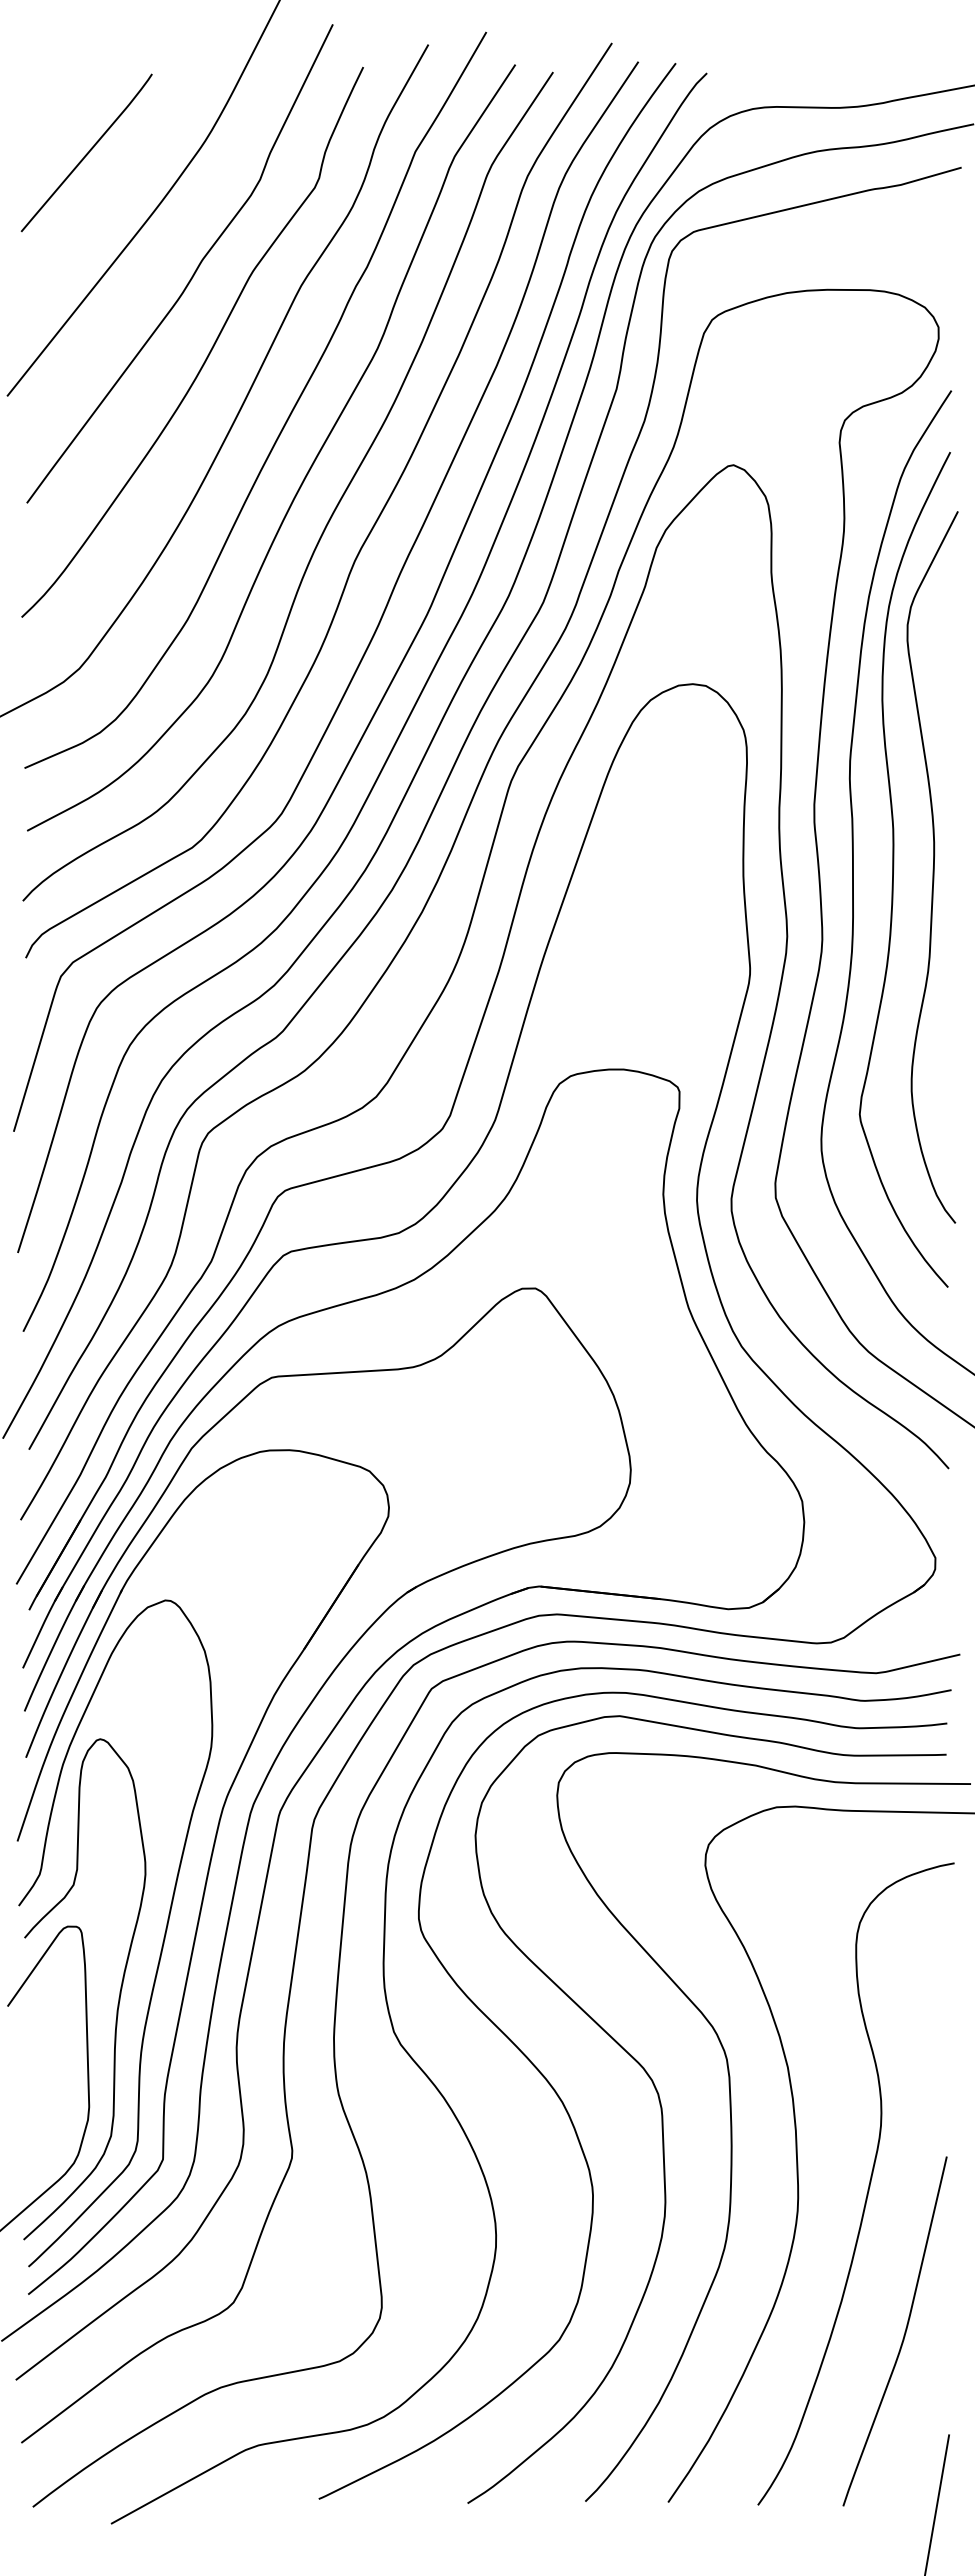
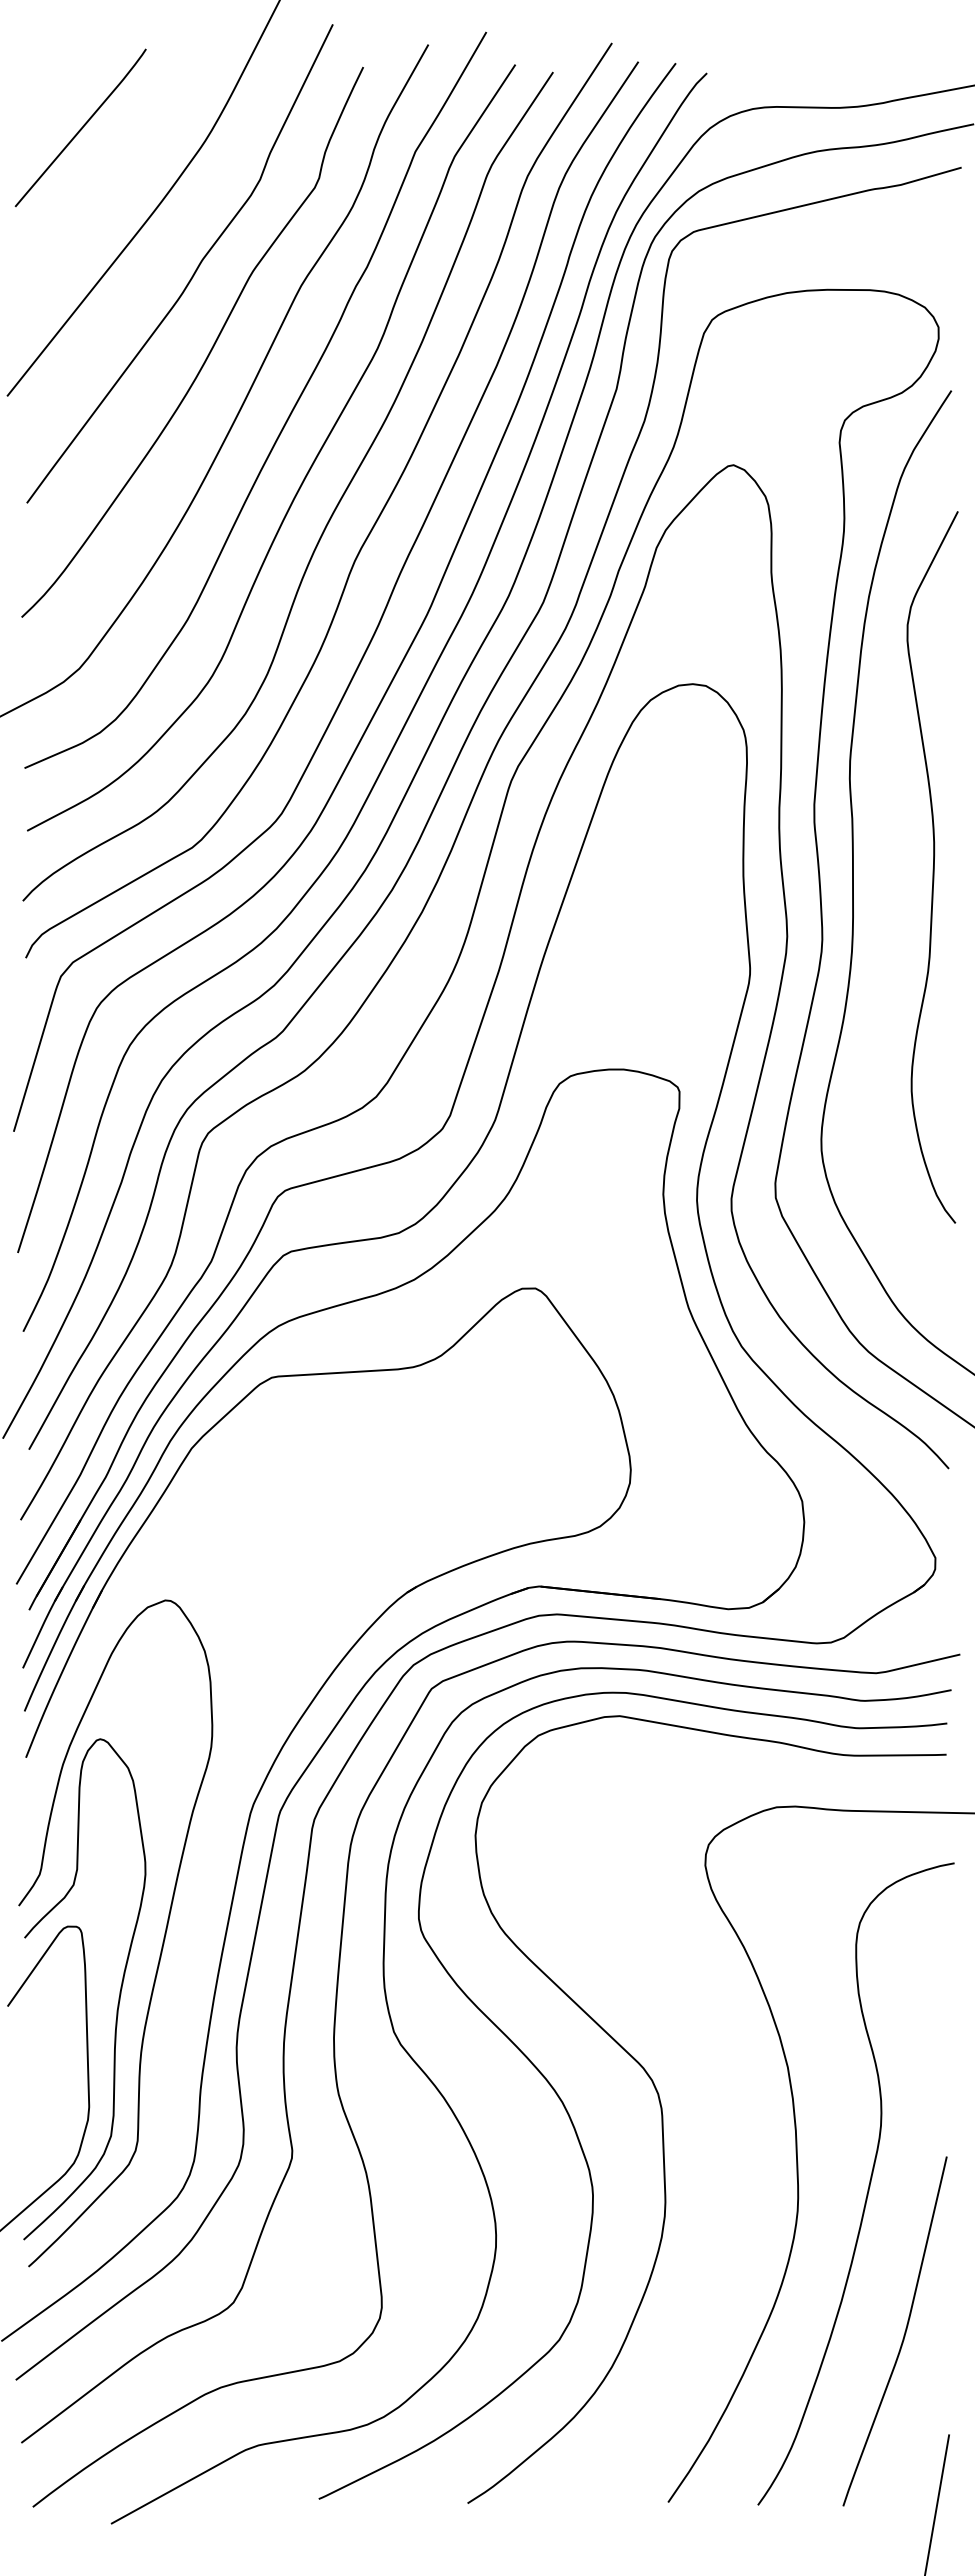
curve at (87, 152) position: (87, 152) -> (81, 127)
curve at (894, 868): present -> none
part at (202, 1871): present -> none
curve at (732, 2126): present -> none
